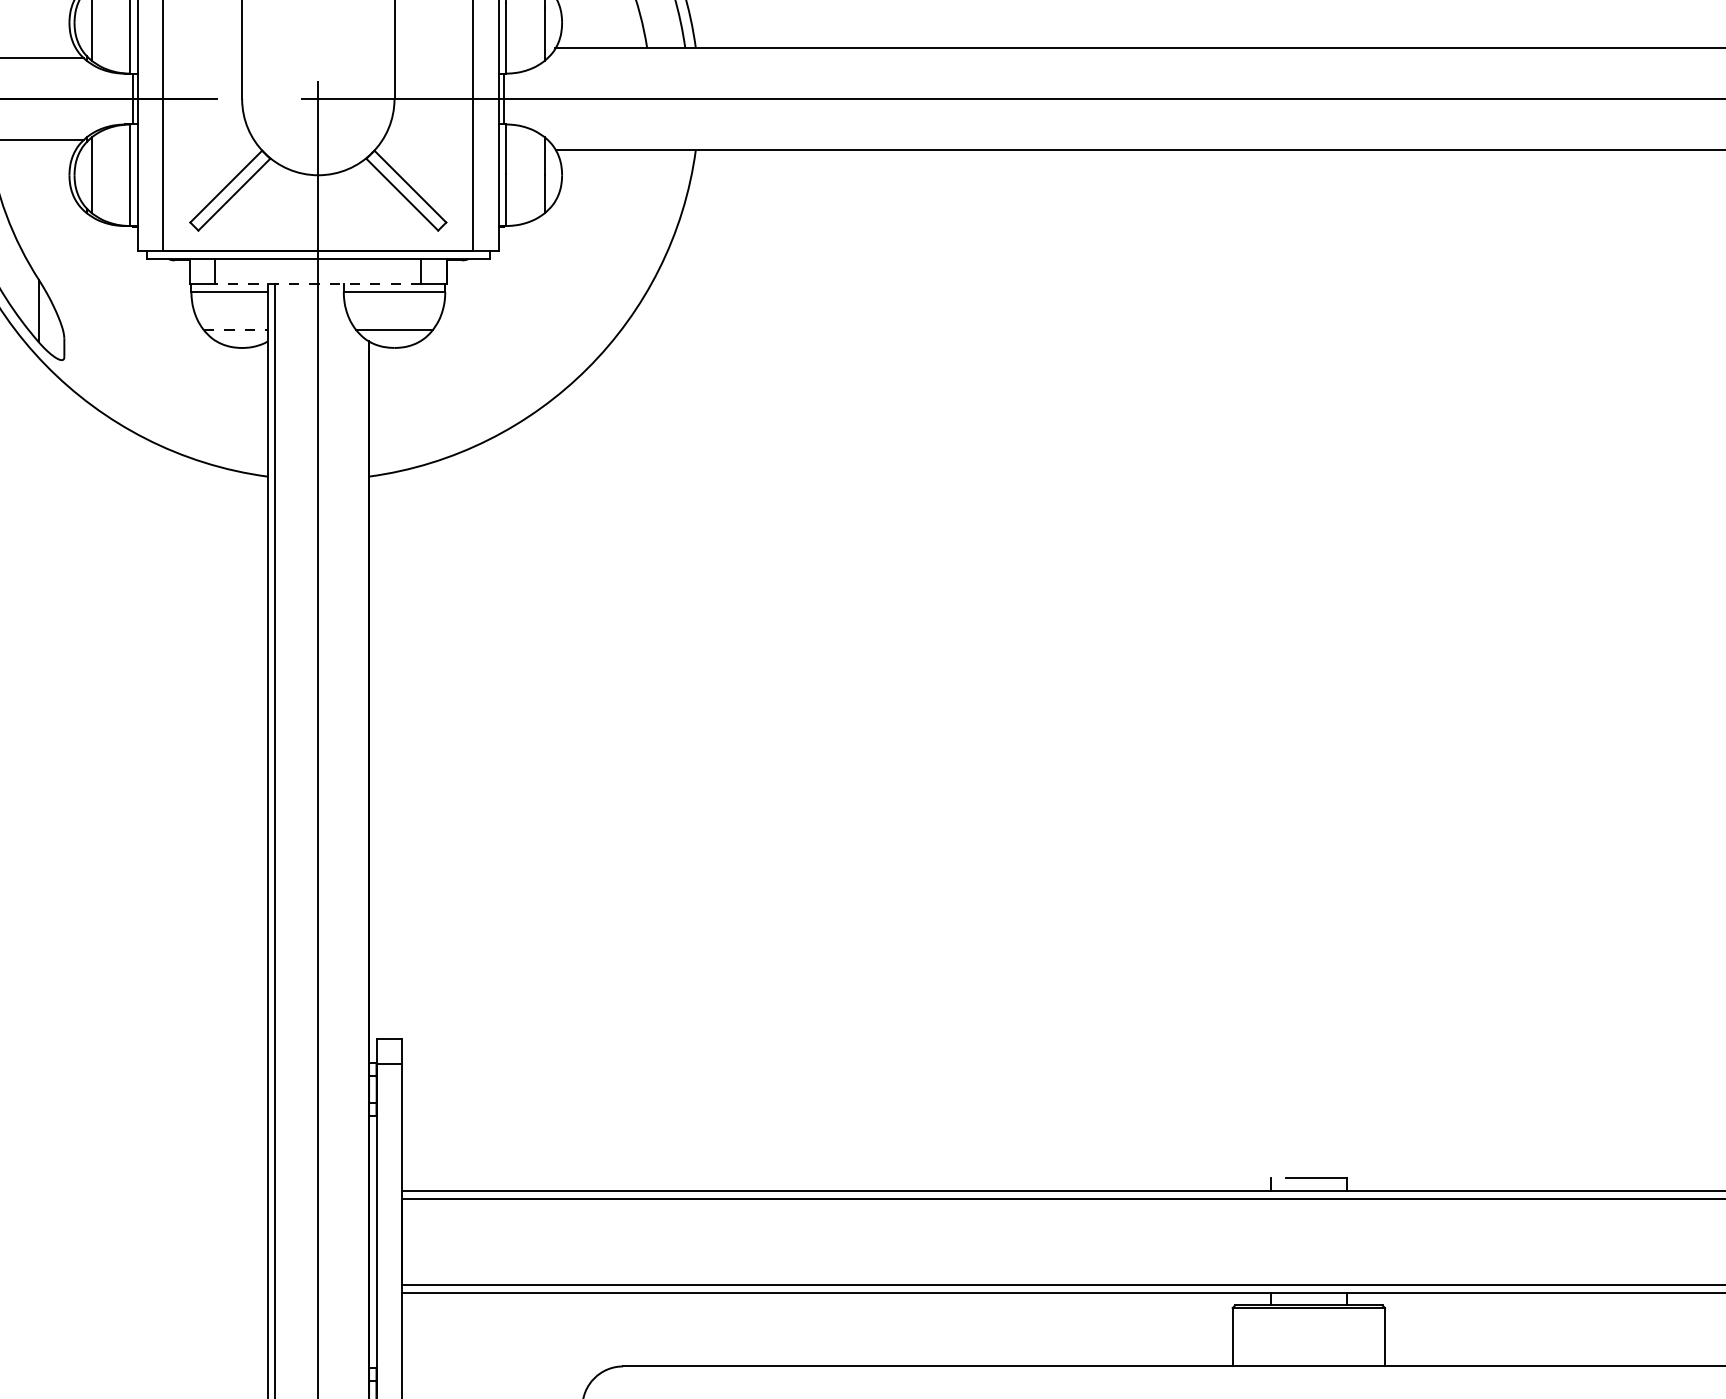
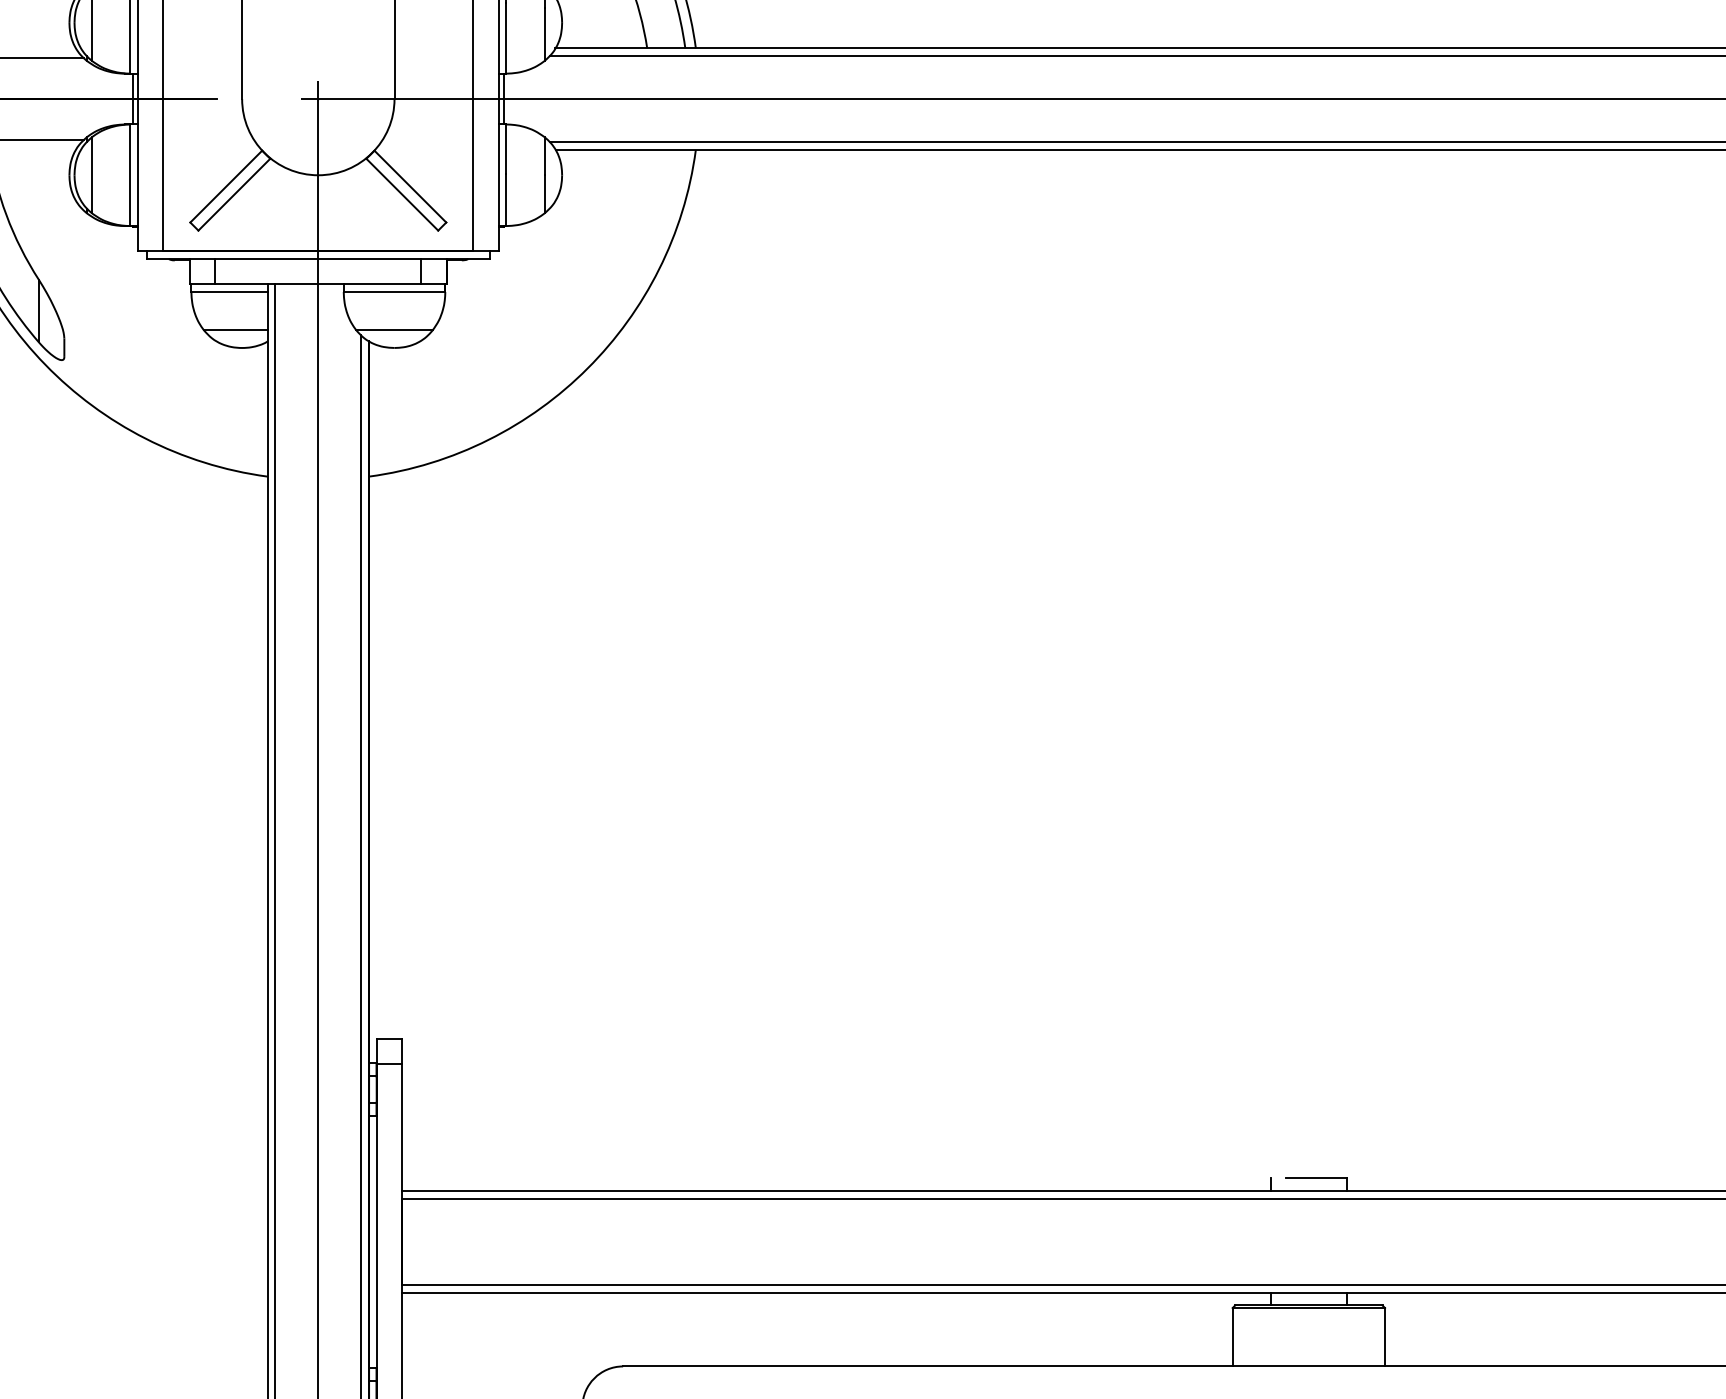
line at (1135, 55): none -> present
line at (1135, 142): none -> present
line at (318, 284): dashed -> solid
line at (235, 330): dashed -> solid
line at (361, 865): none -> present
